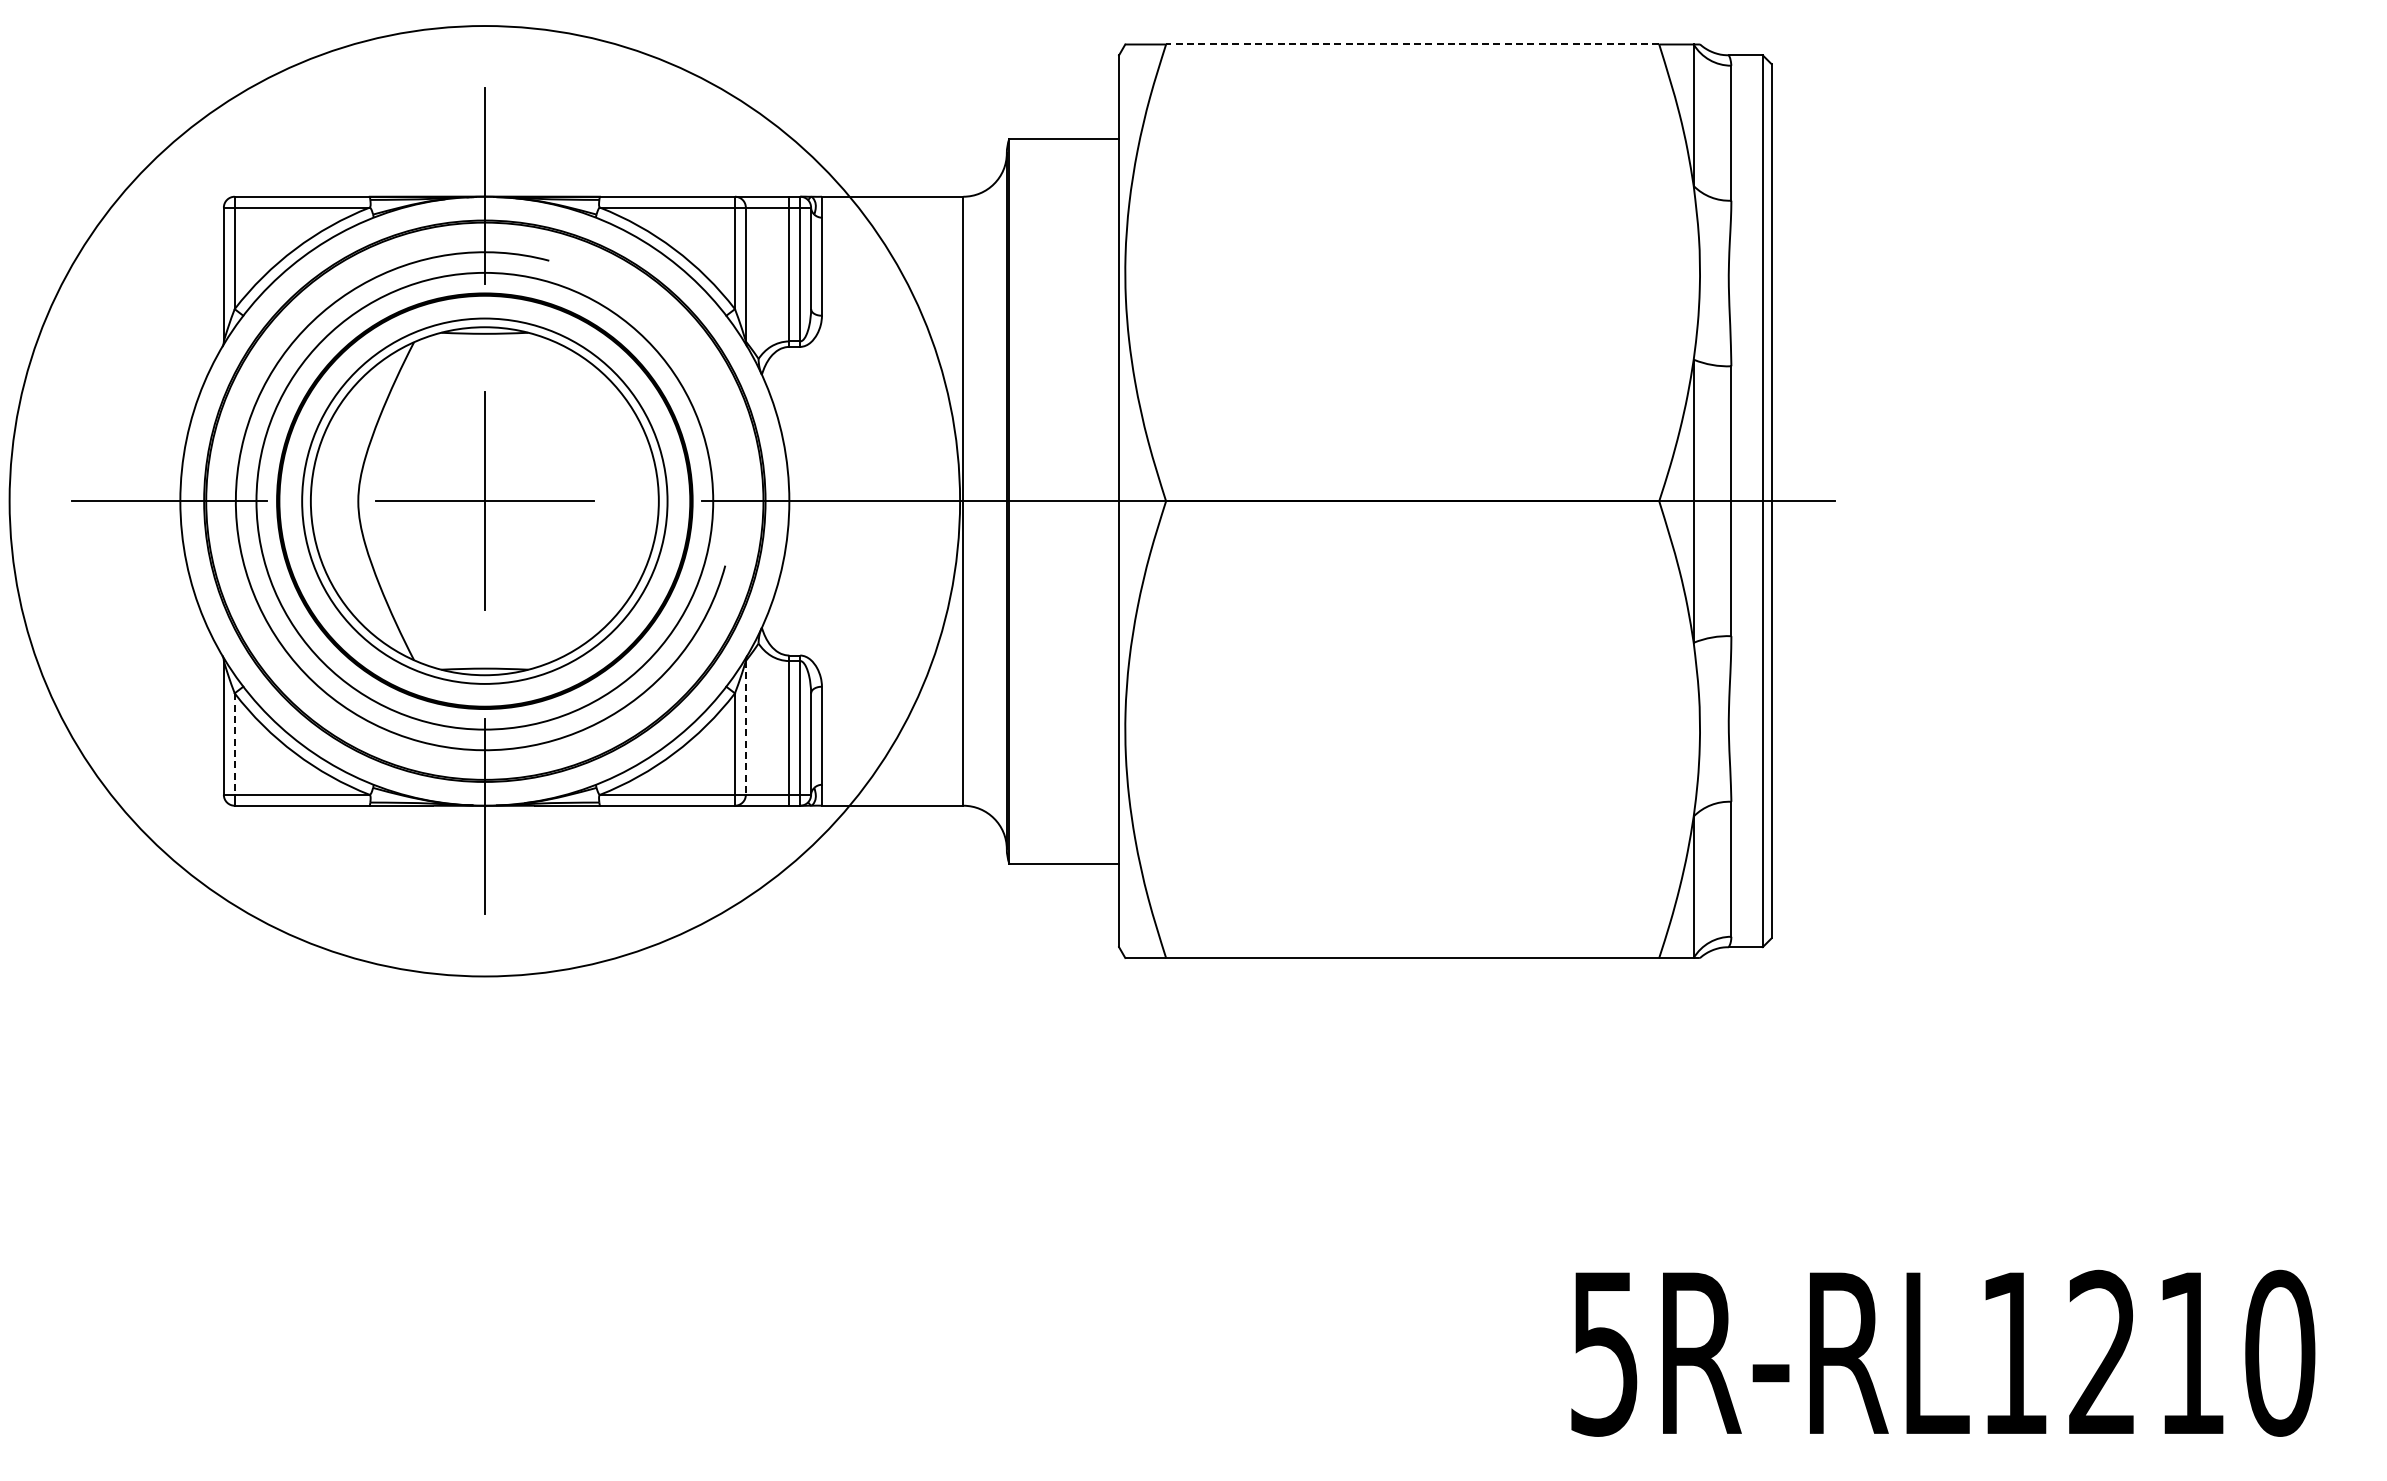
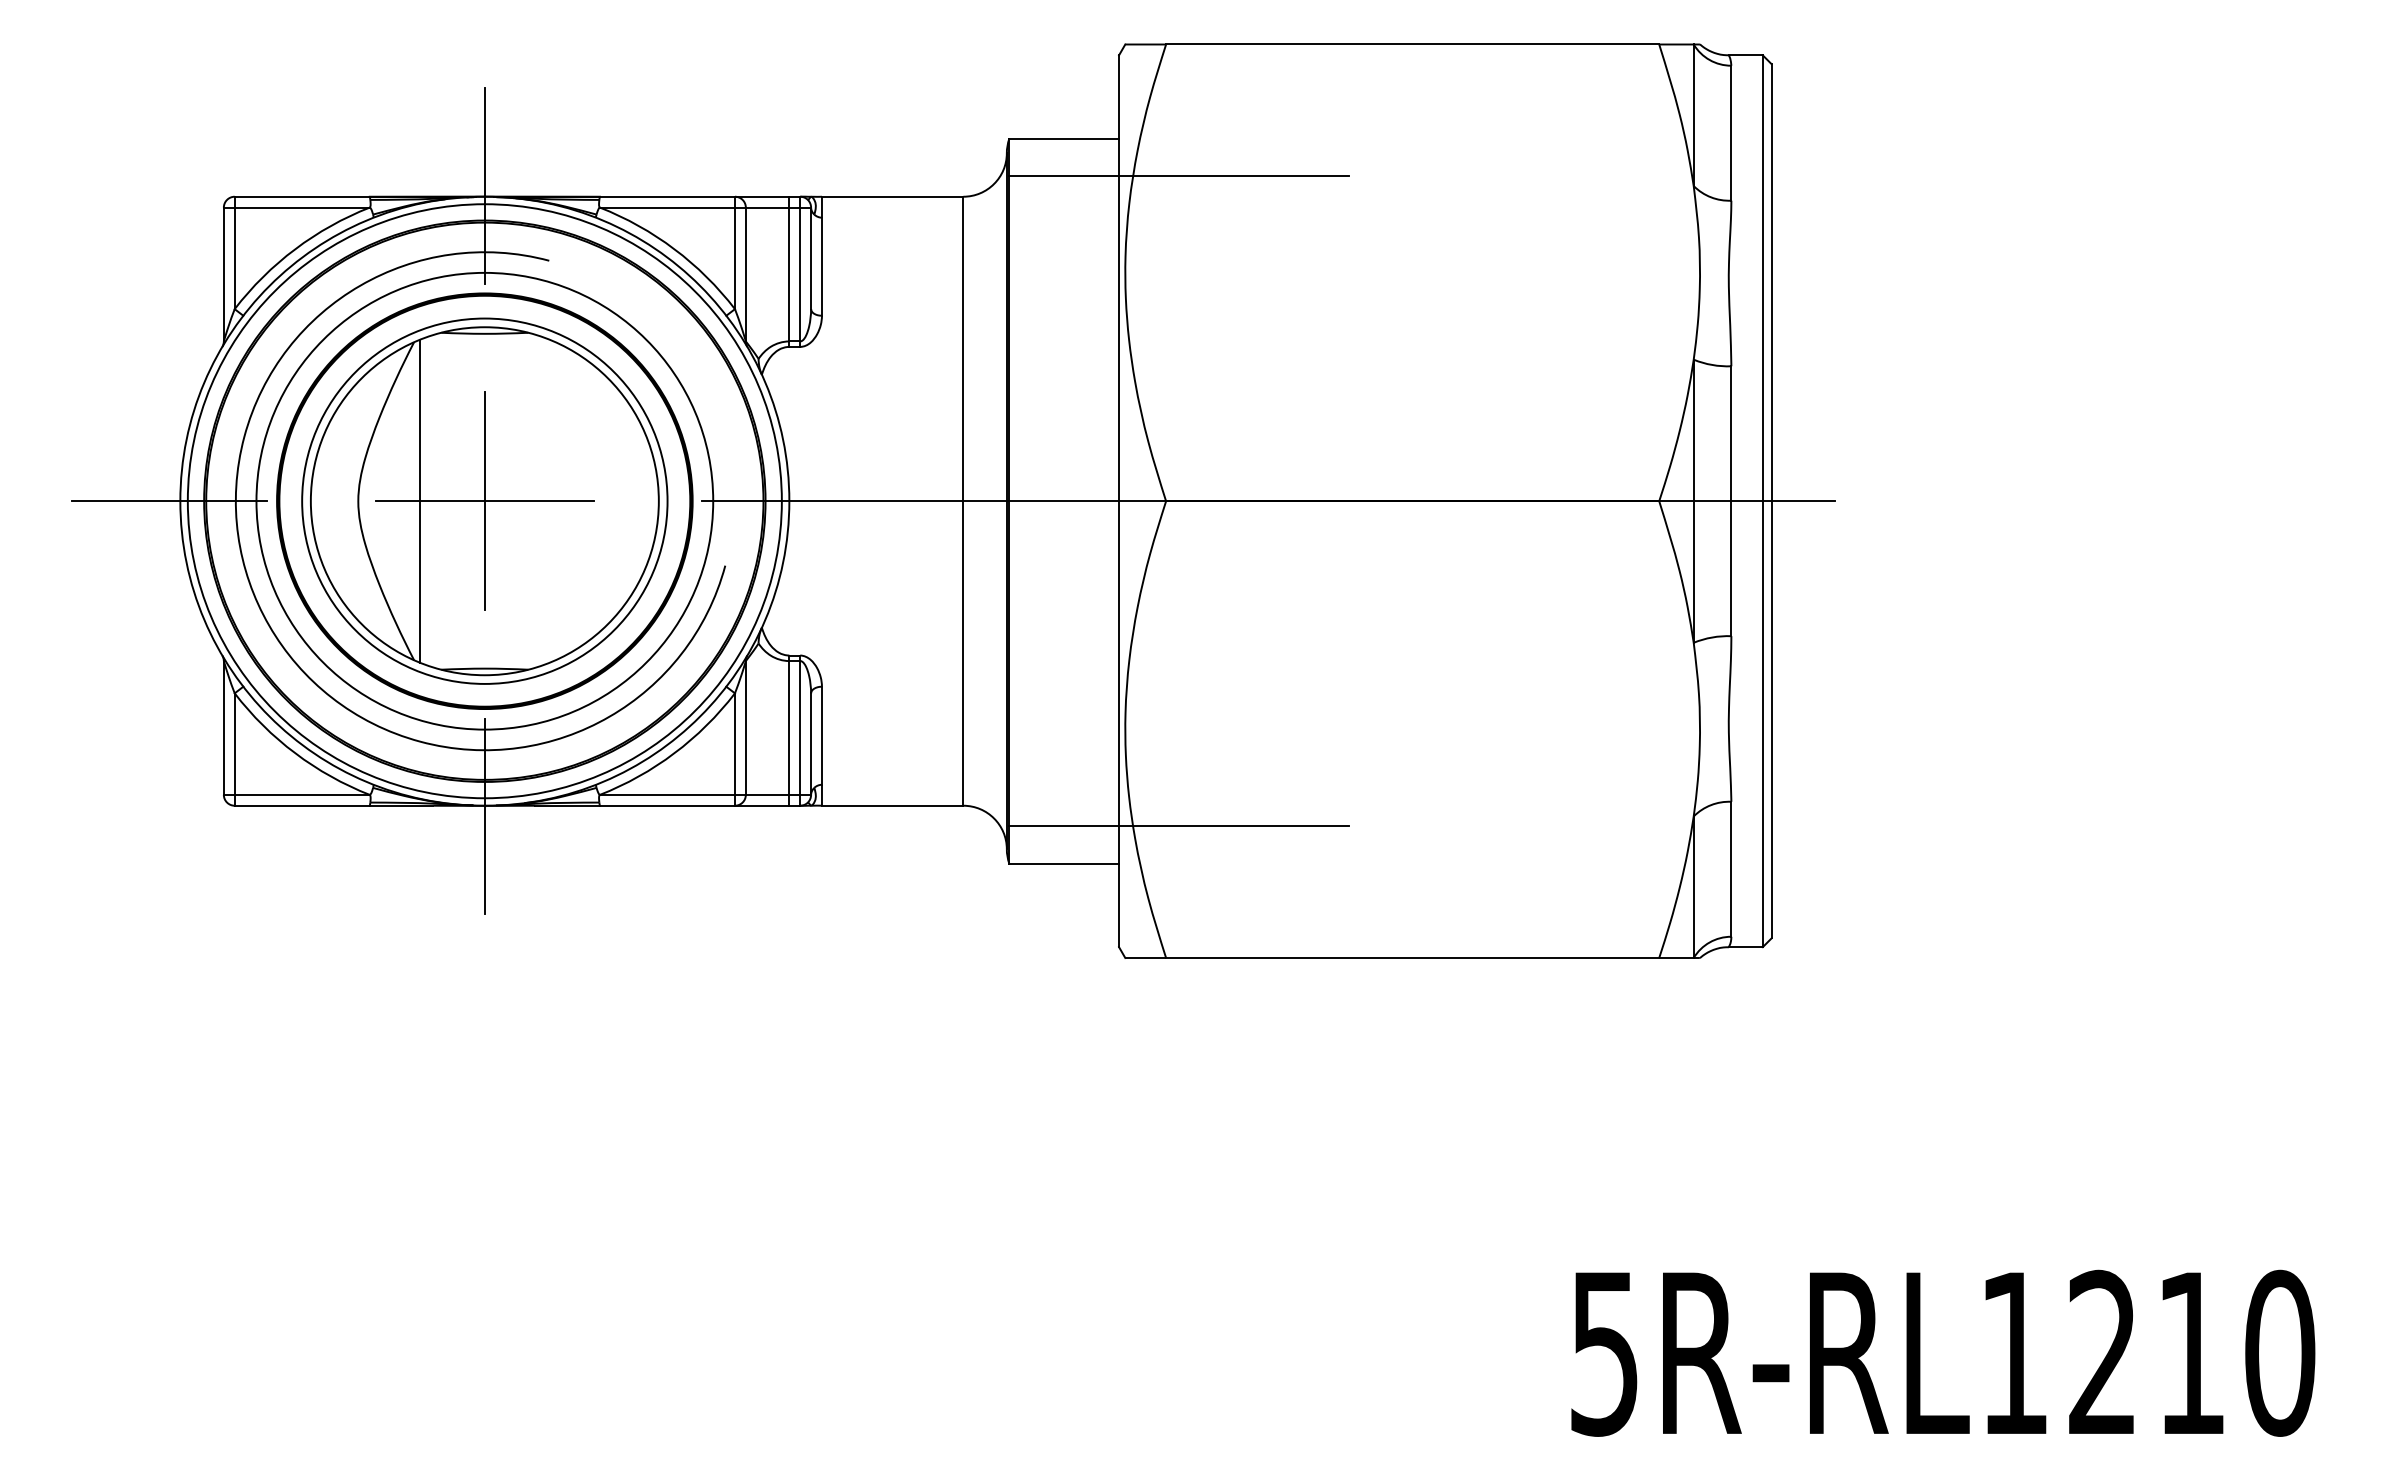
line at (1412, 44): dashed -> solid
line at (1178, 176): none -> present
line at (419, 500): none -> present
circle at (484, 501) diameter: 950 px -> 594 px
line at (745, 727): dashed -> solid
line at (234, 744): dashed -> solid
line at (1178, 826): none -> present
